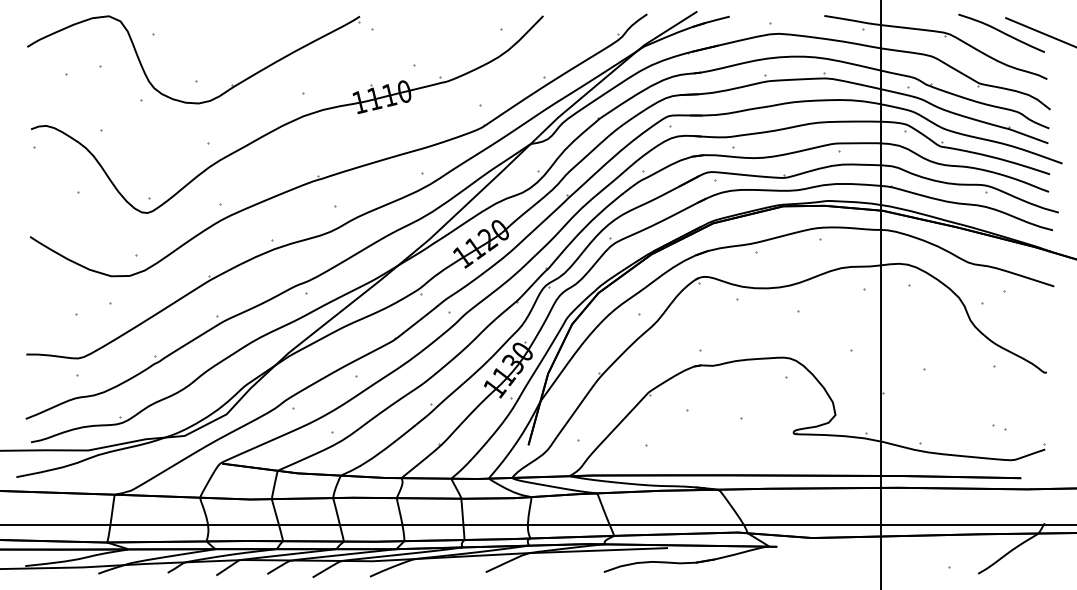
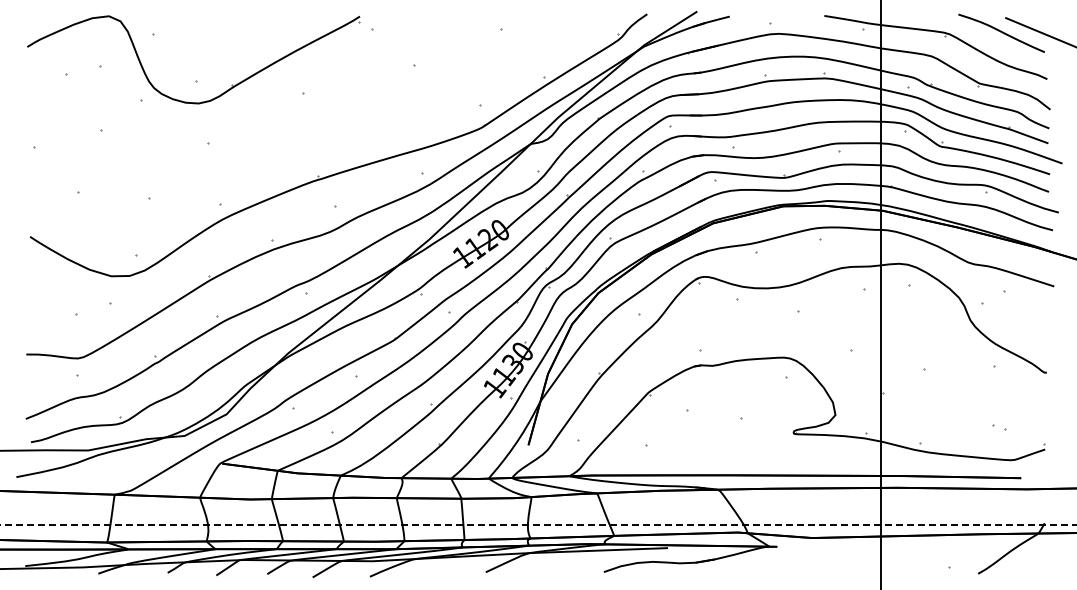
part at (289, 121): present -> none
line at (538, 525): solid -> dashed
